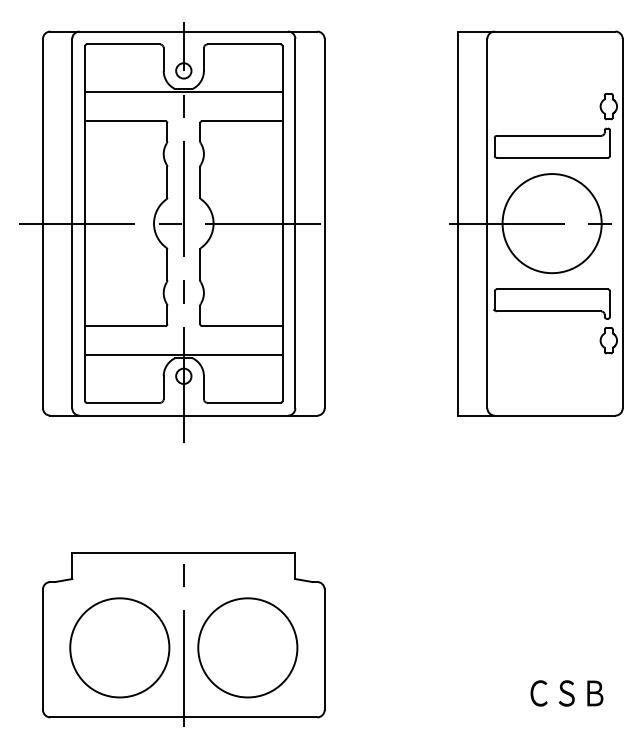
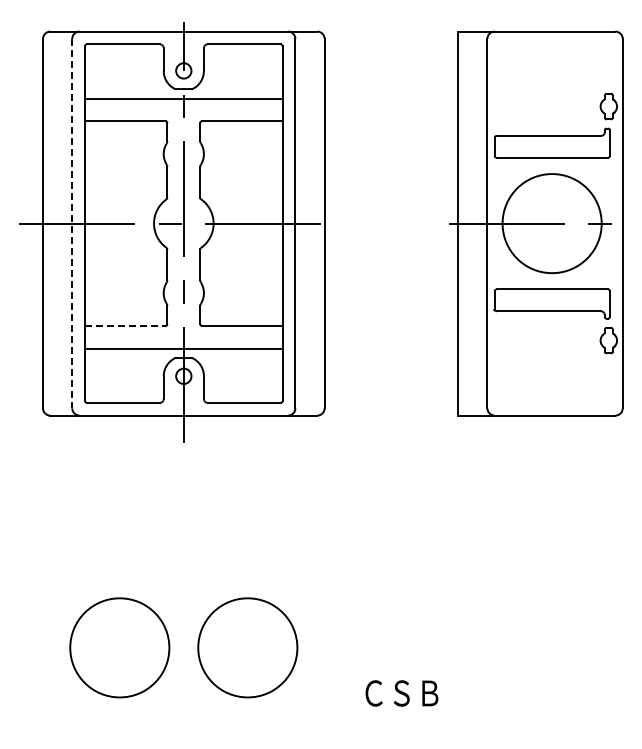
line at (183, 91) position: (183, 91) -> (183, 98)
line at (72, 223): solid -> dashed
line at (125, 326): solid -> dashed
line at (183, 355) position: (183, 355) -> (183, 349)
part at (183, 639): present -> none
text at (566, 693) position: (566, 693) -> (401, 693)
